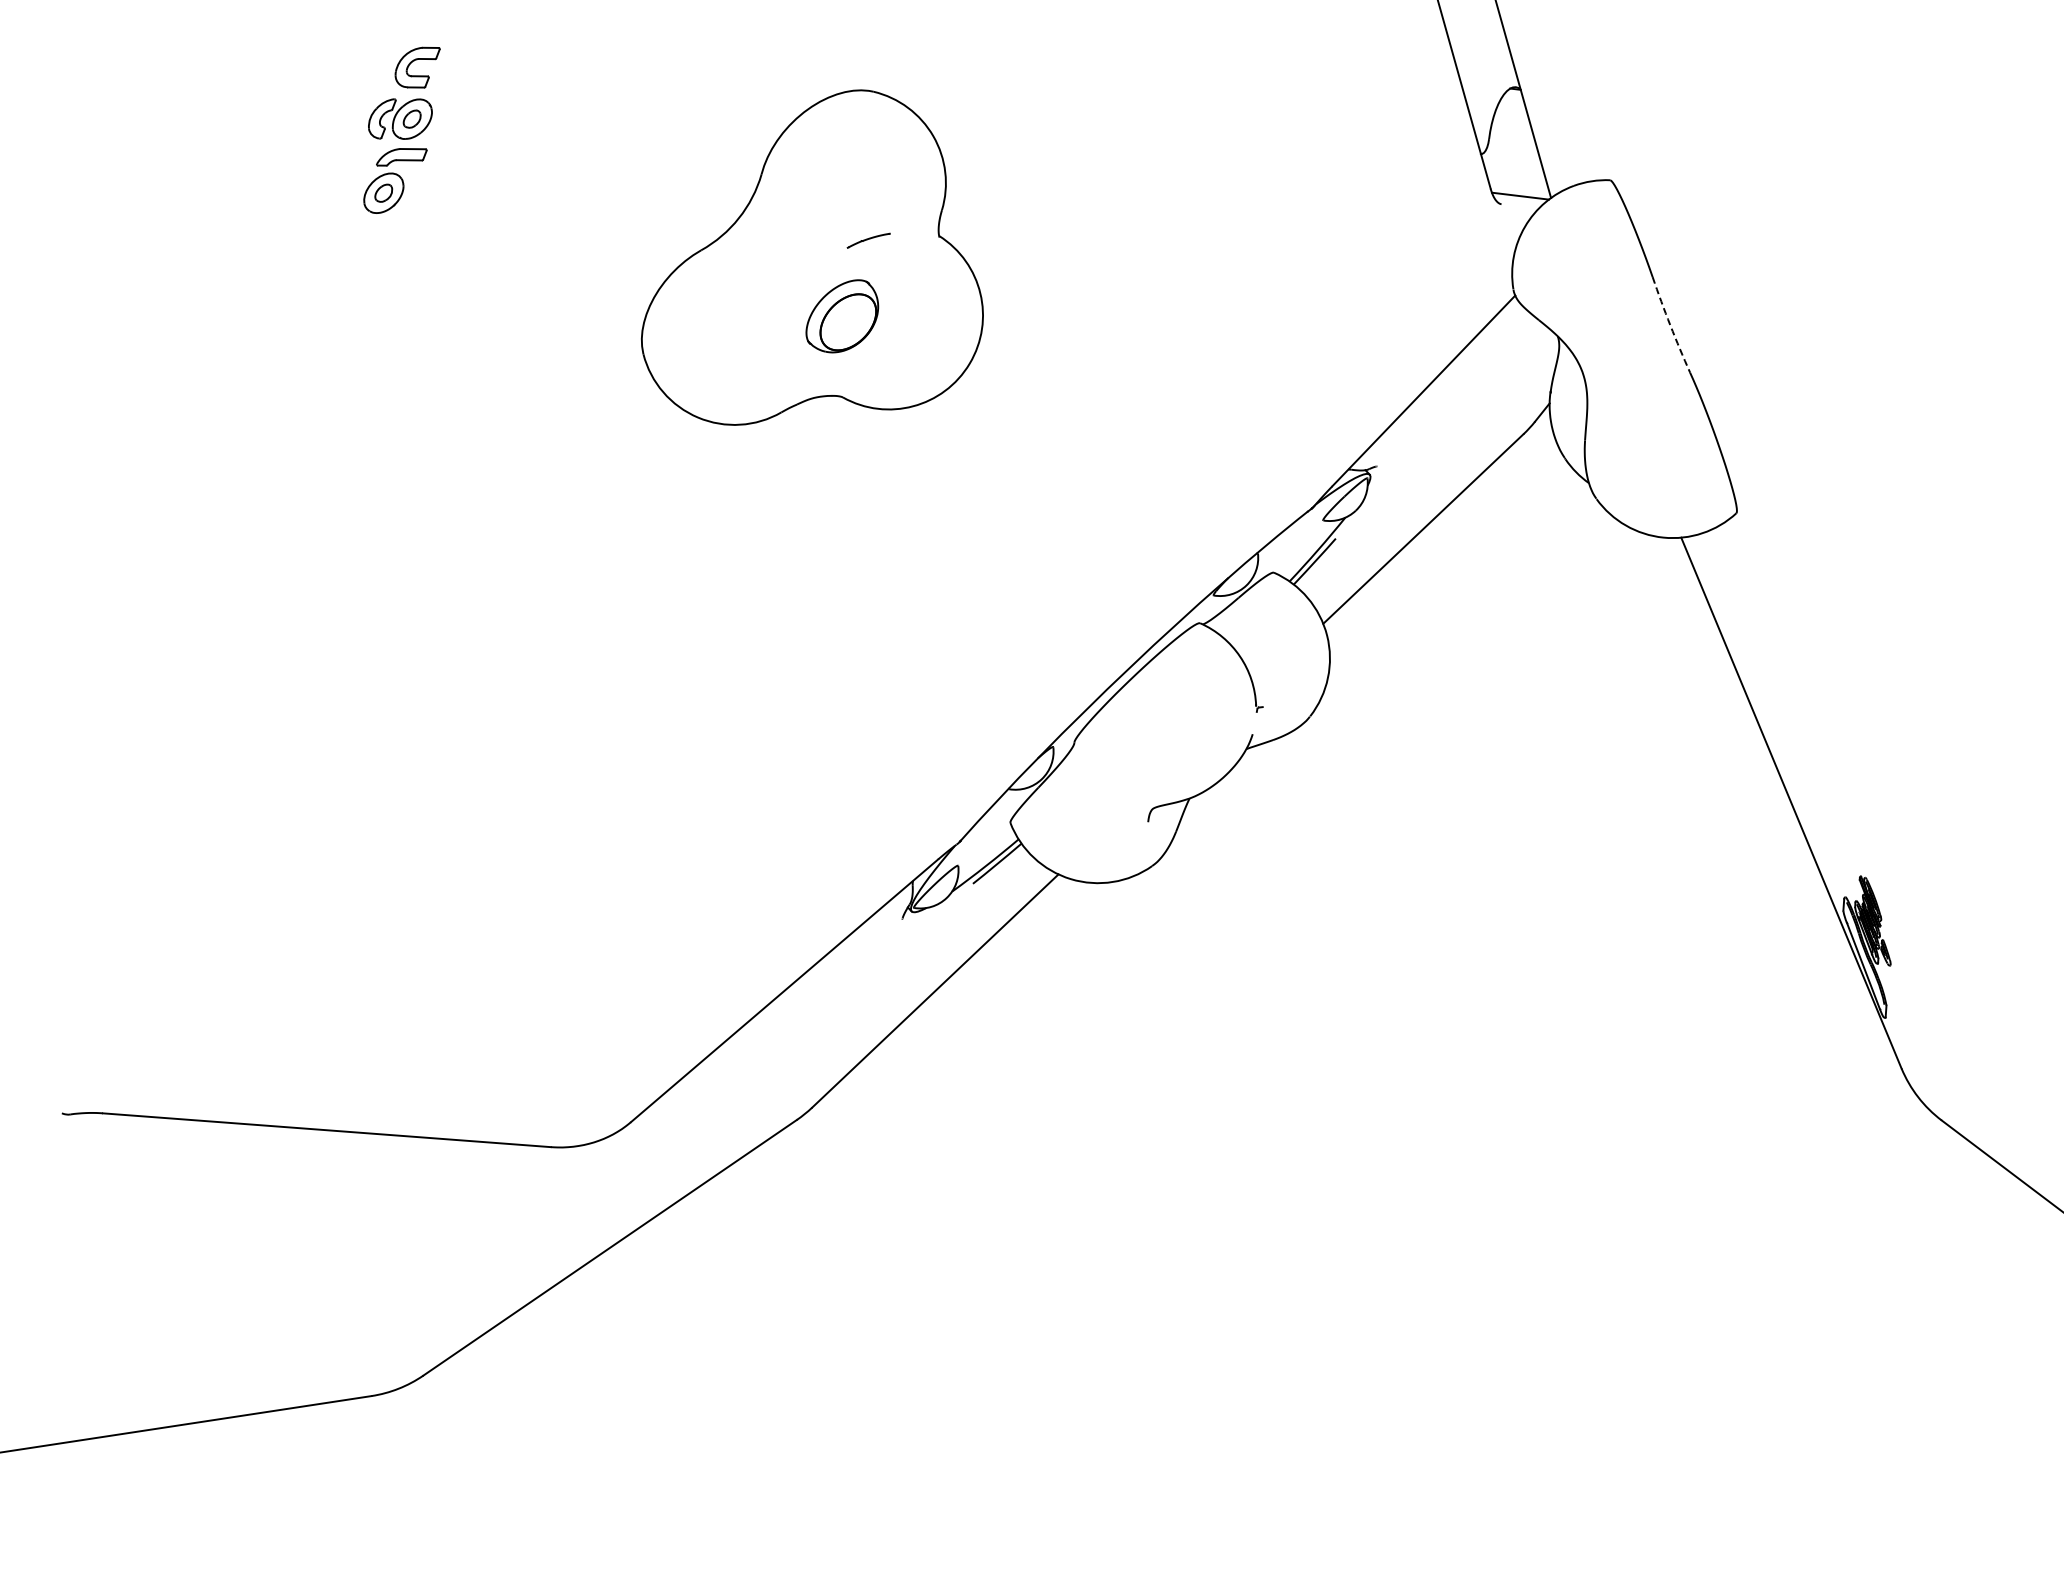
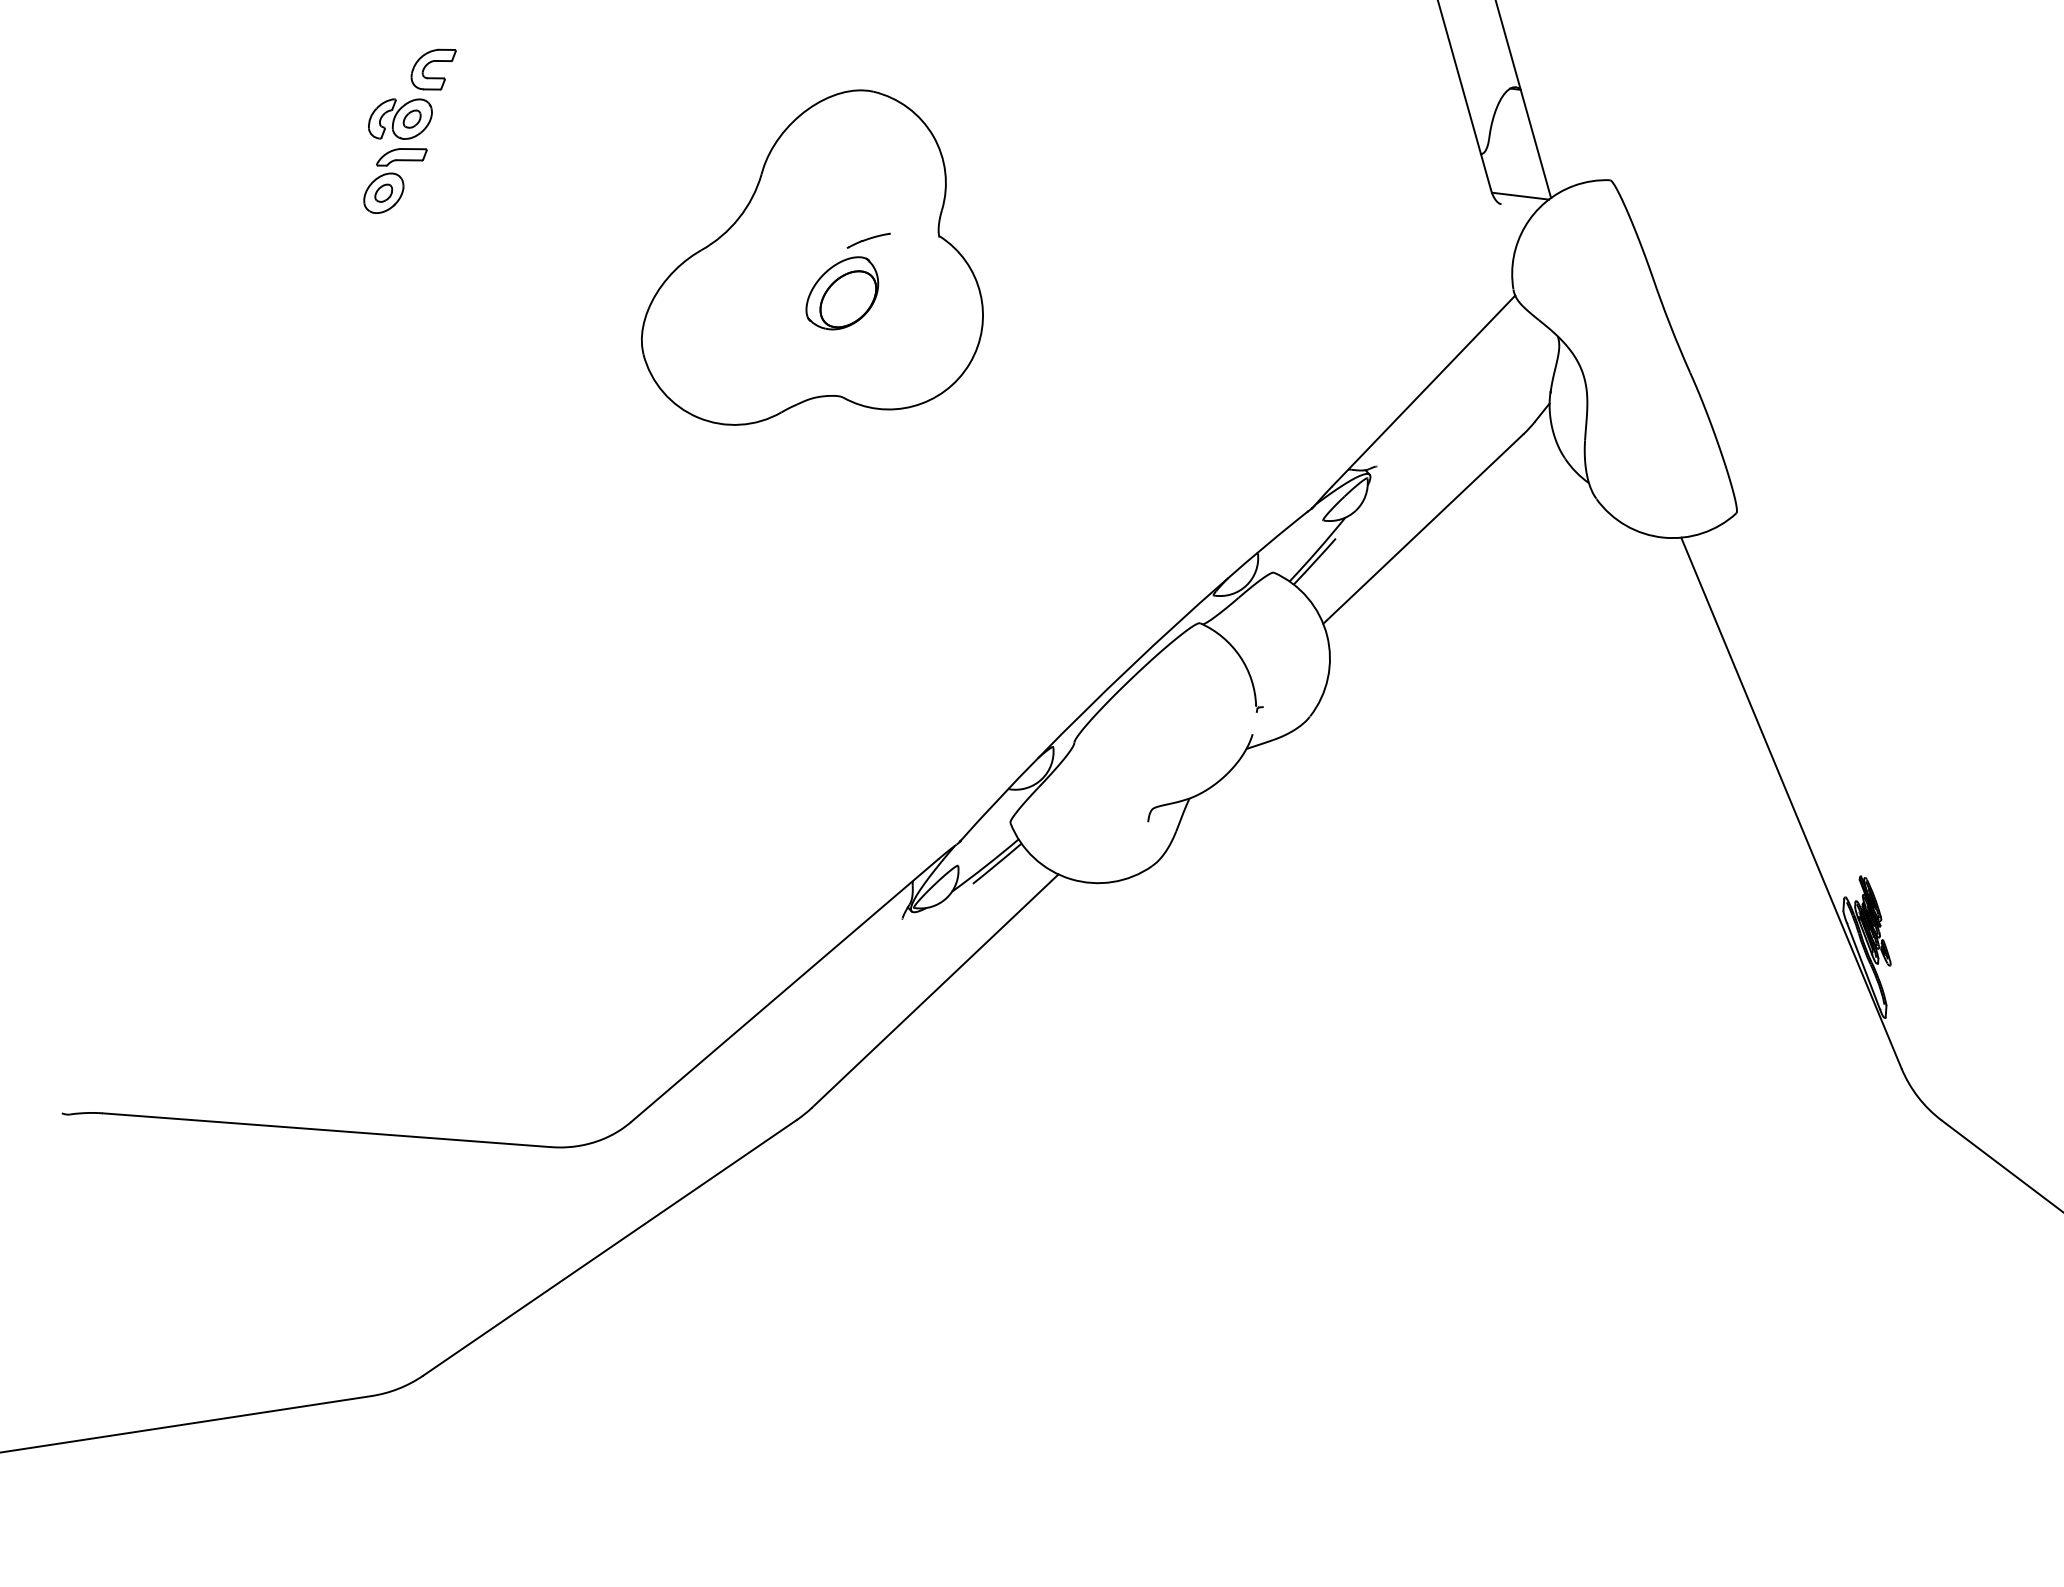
part at (414, 61) position: (414, 61) -> (430, 63)
part at (842, 316) position: (842, 316) -> (842, 293)
arc at (1670, 325): dashed -> solid
